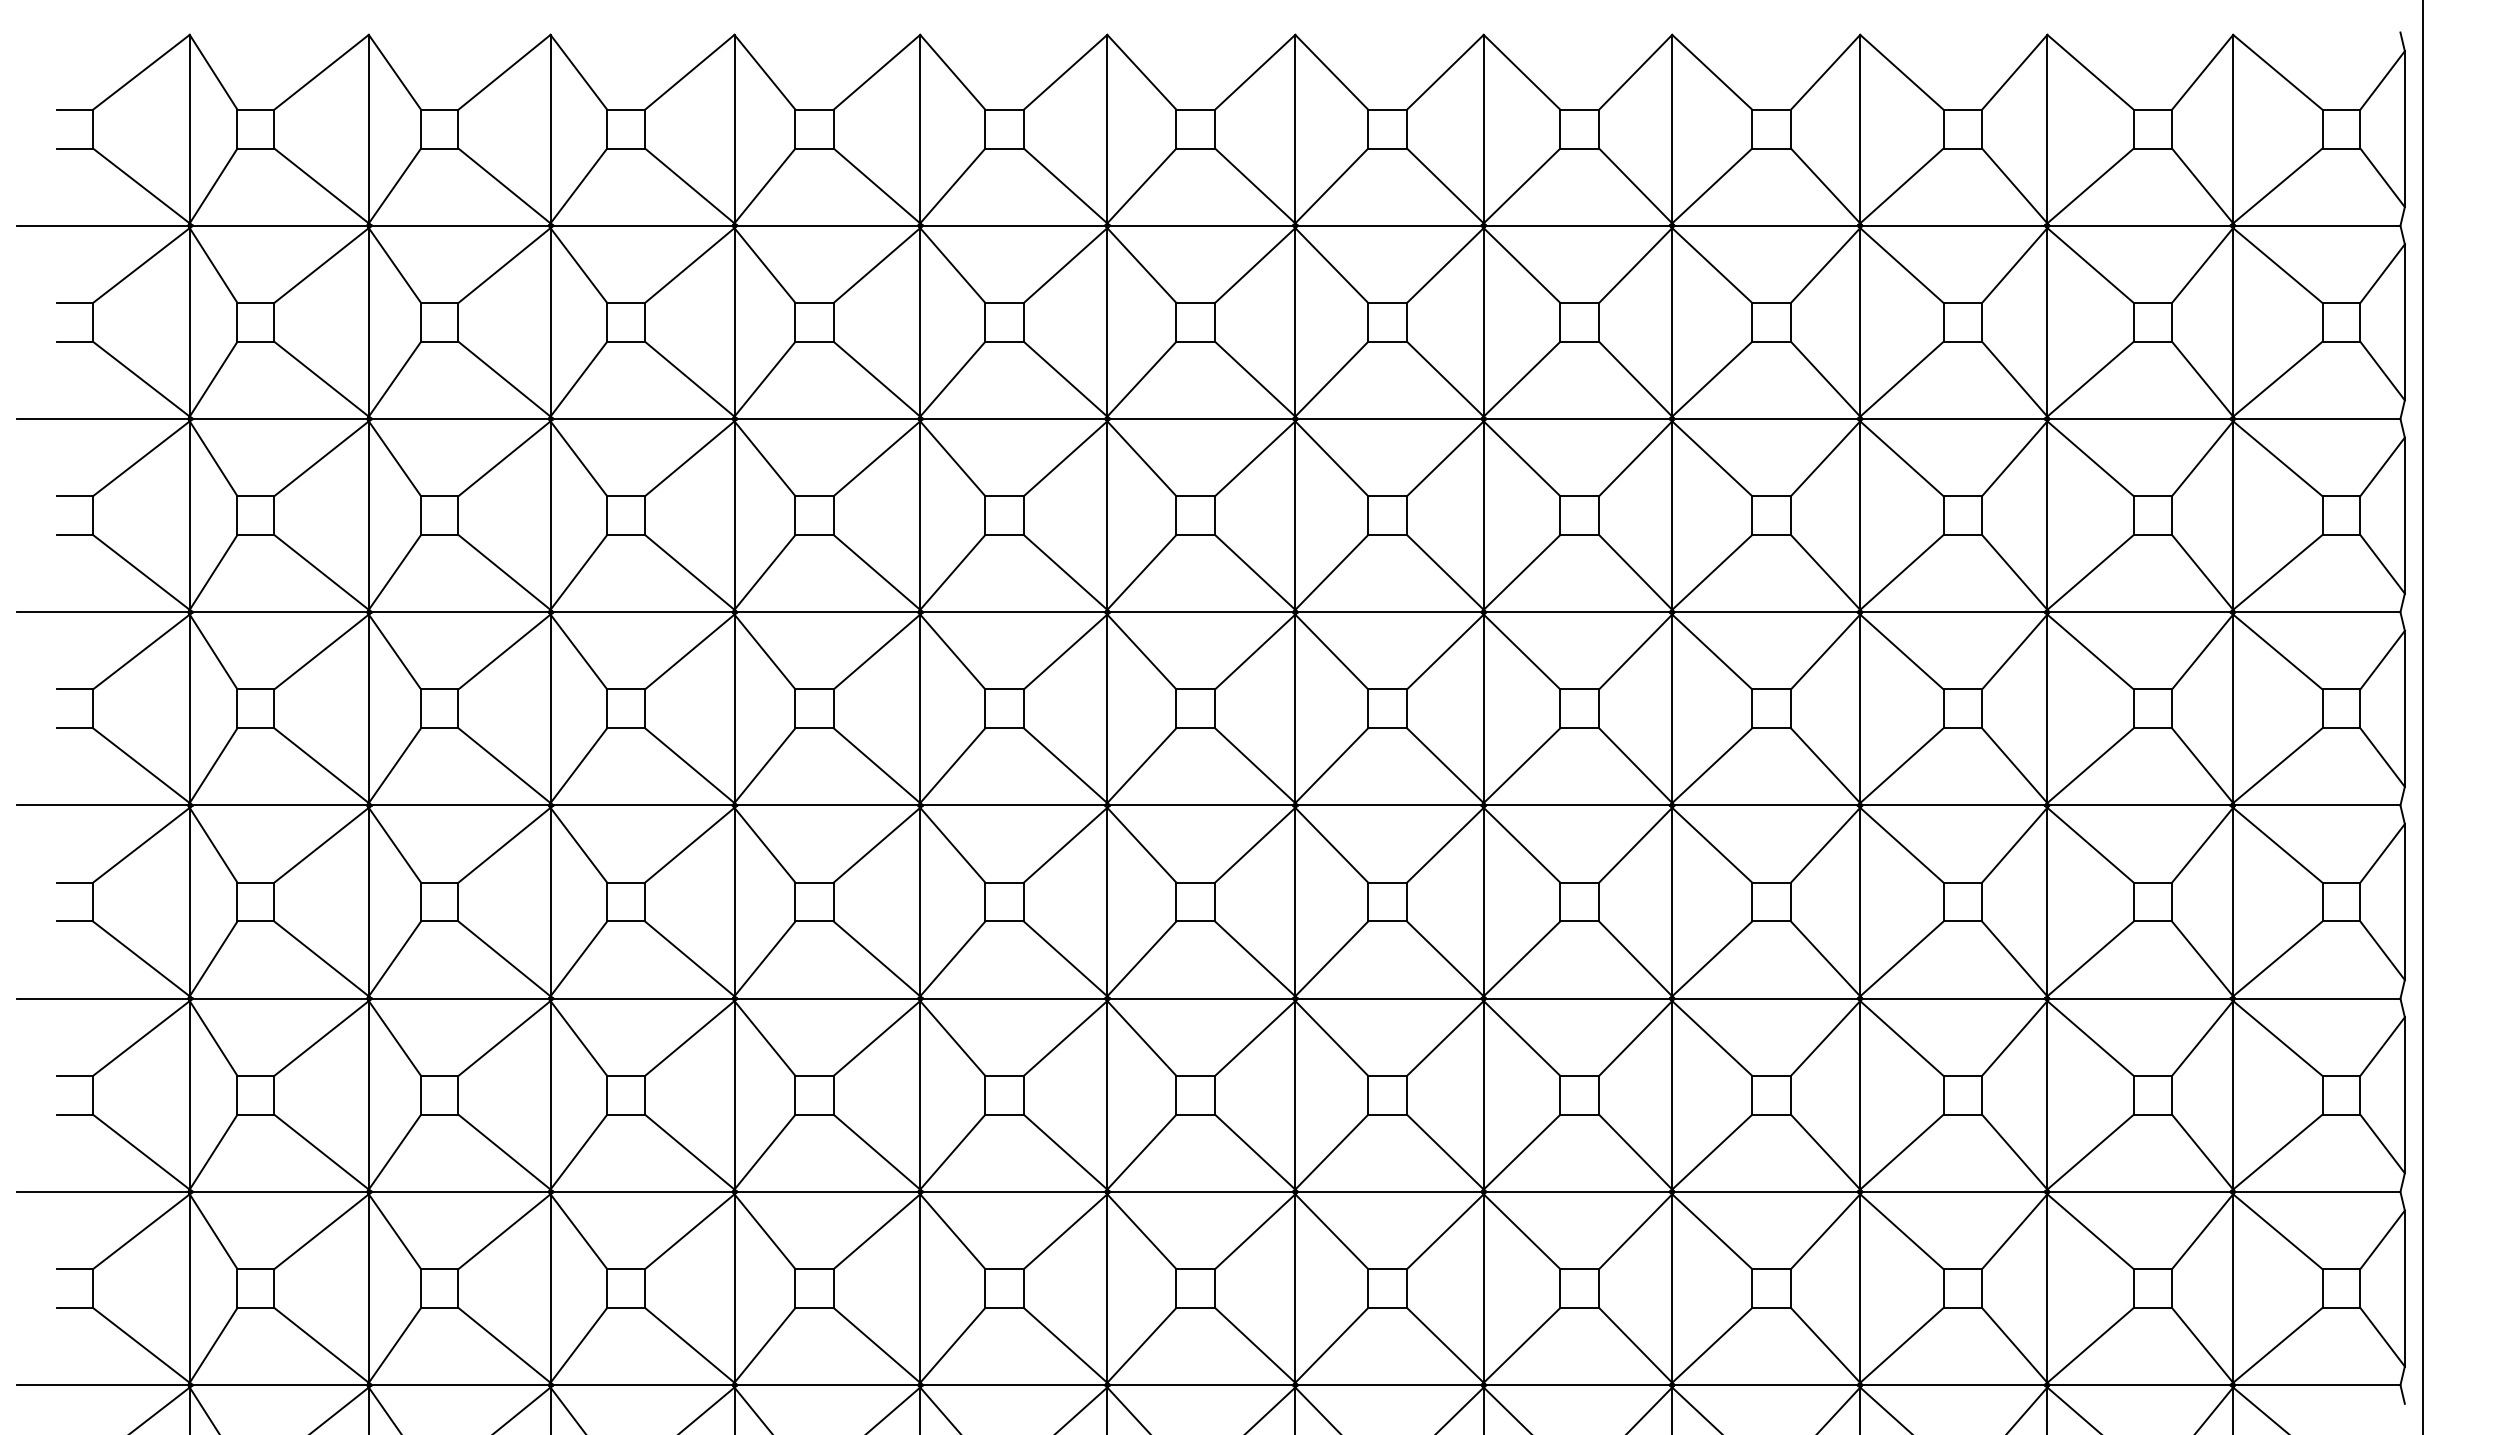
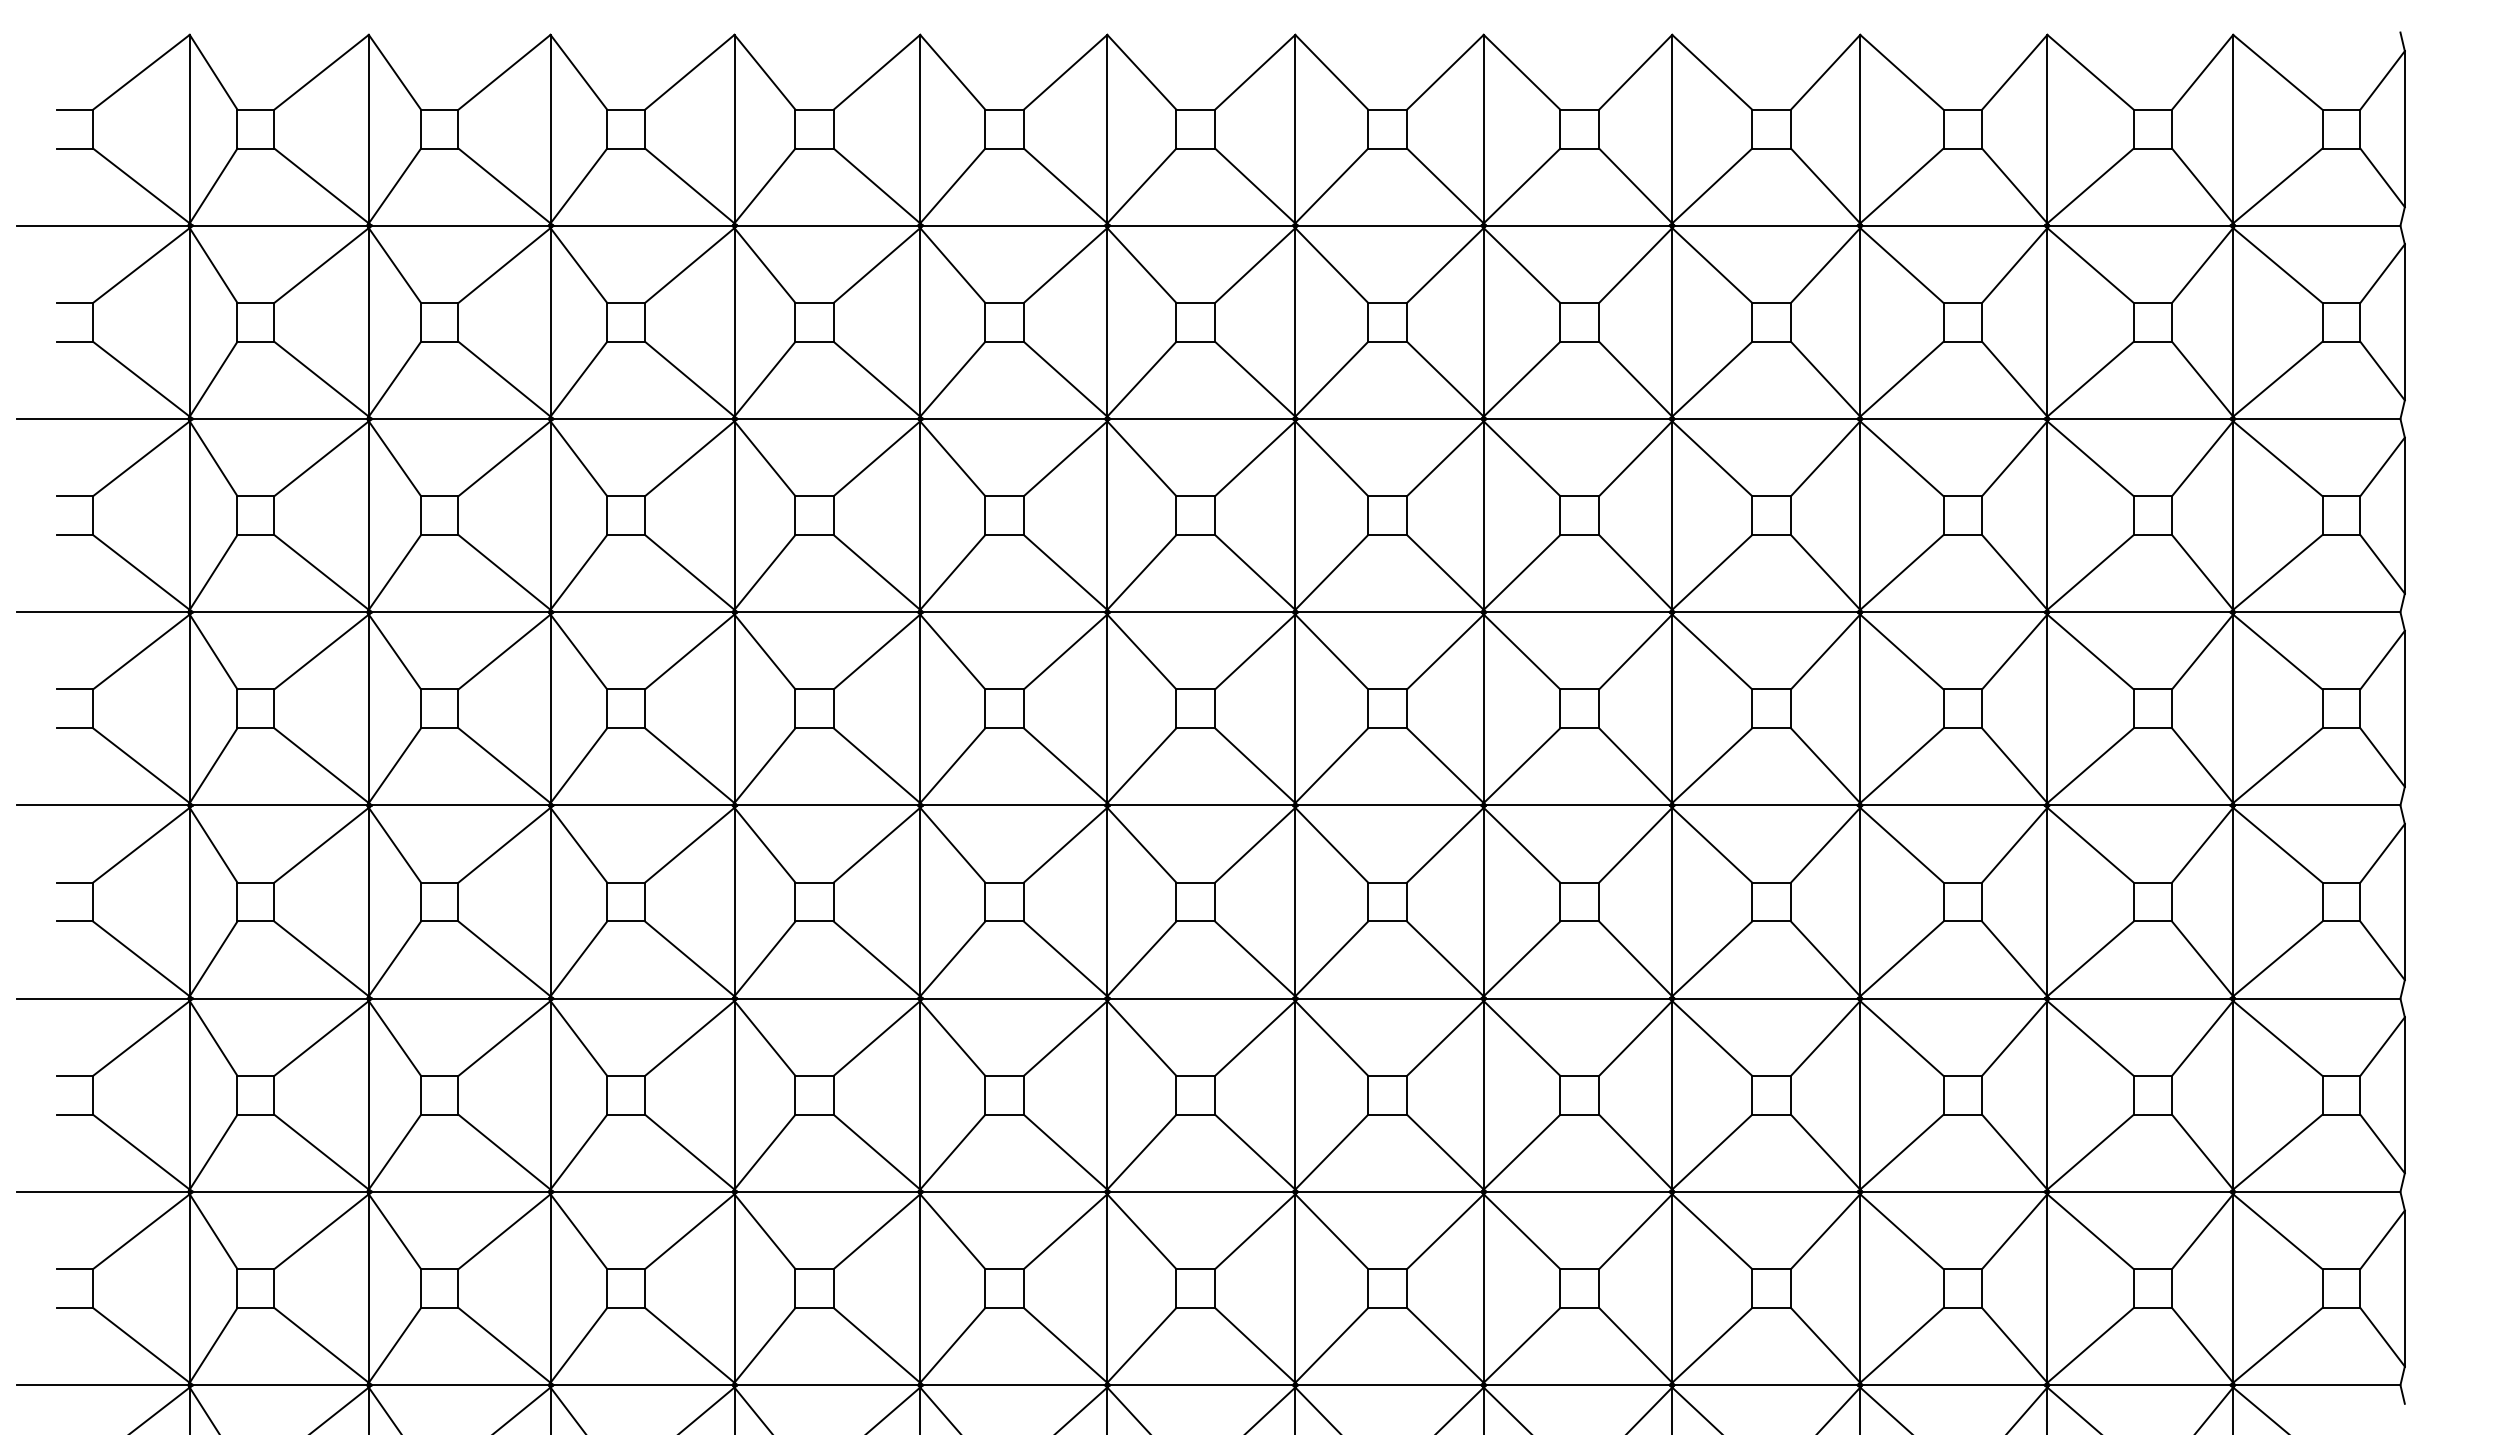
line at (2423, 716): present -> none
